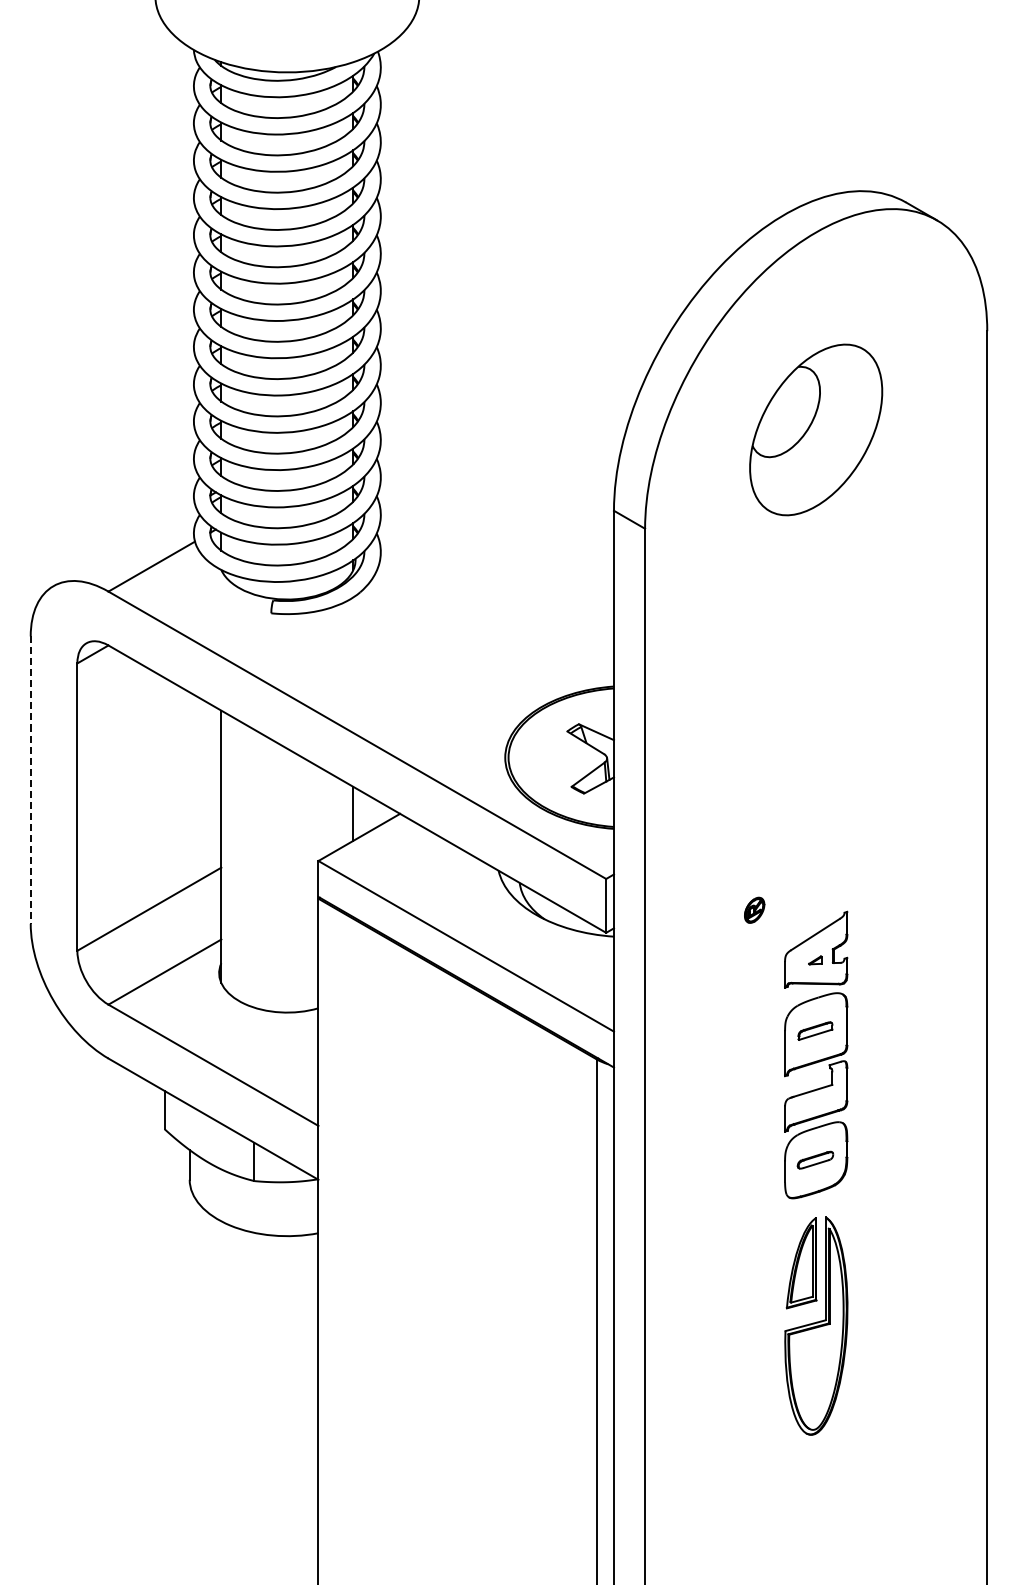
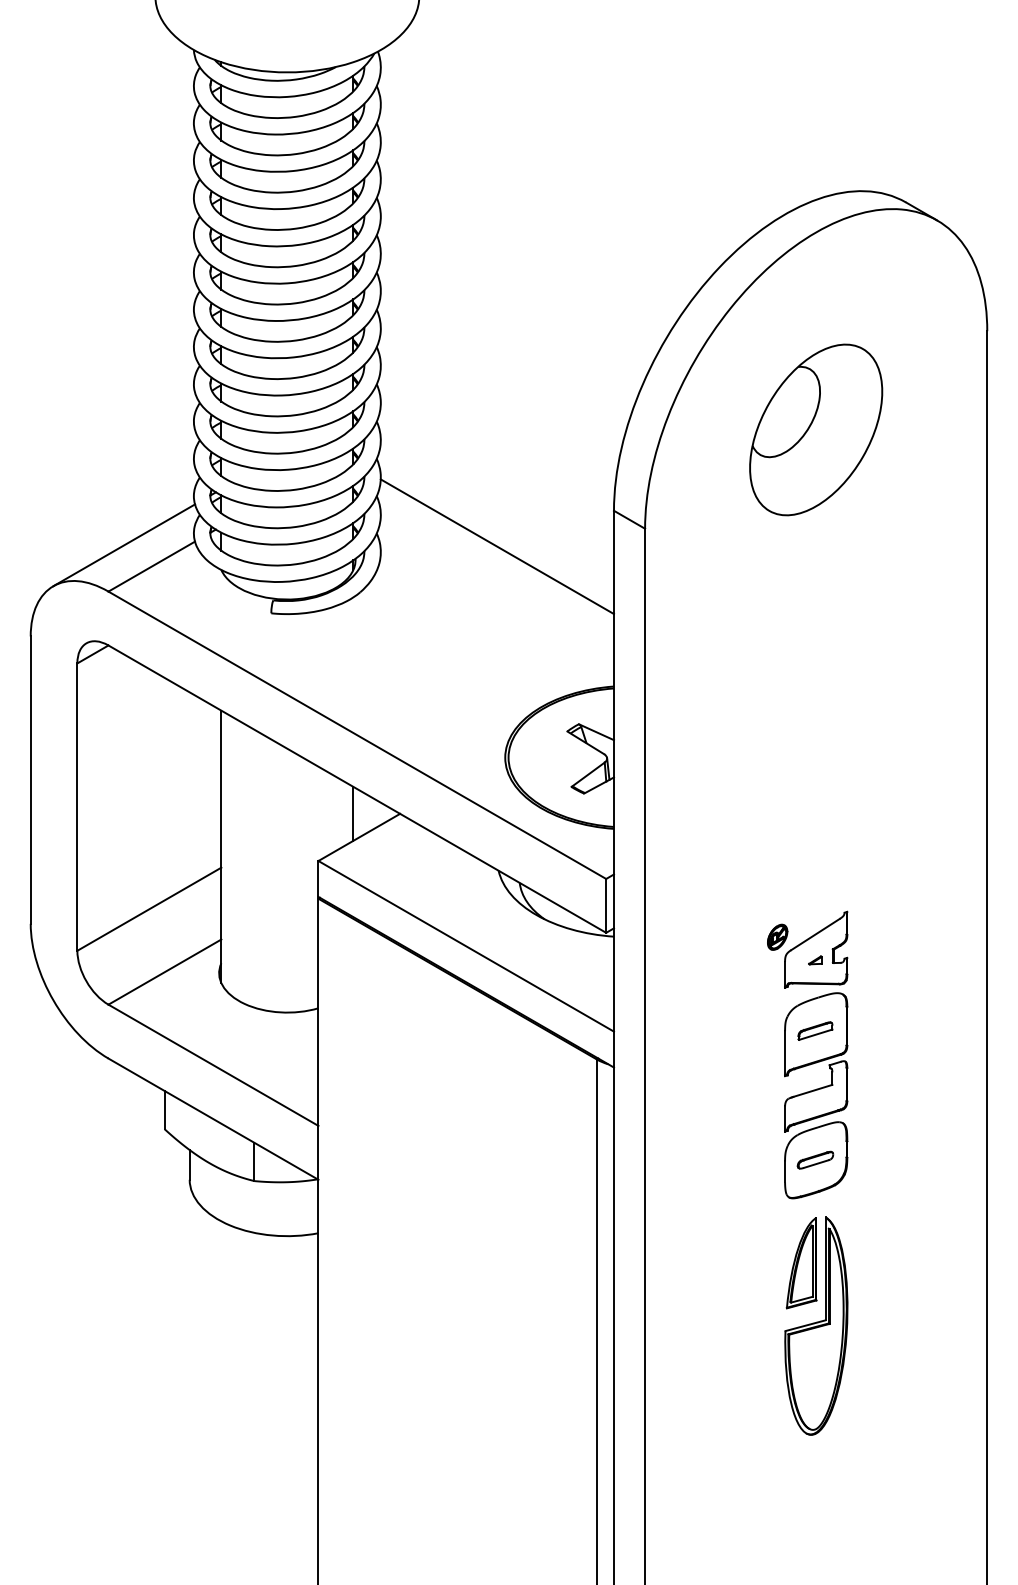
line at (124, 545): none -> present
line at (496, 546): none -> present
line at (30, 780): dashed -> solid
part at (754, 909) position: (754, 909) -> (777, 936)
